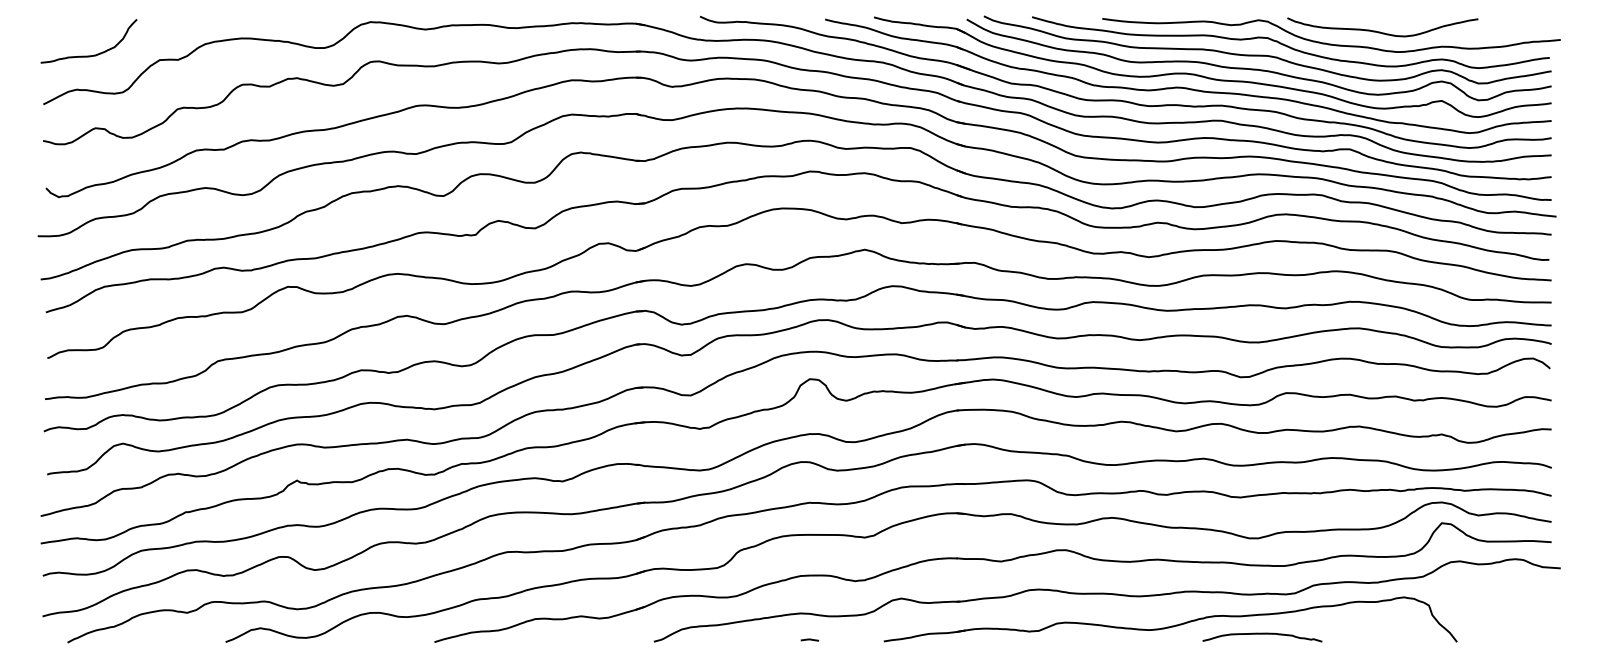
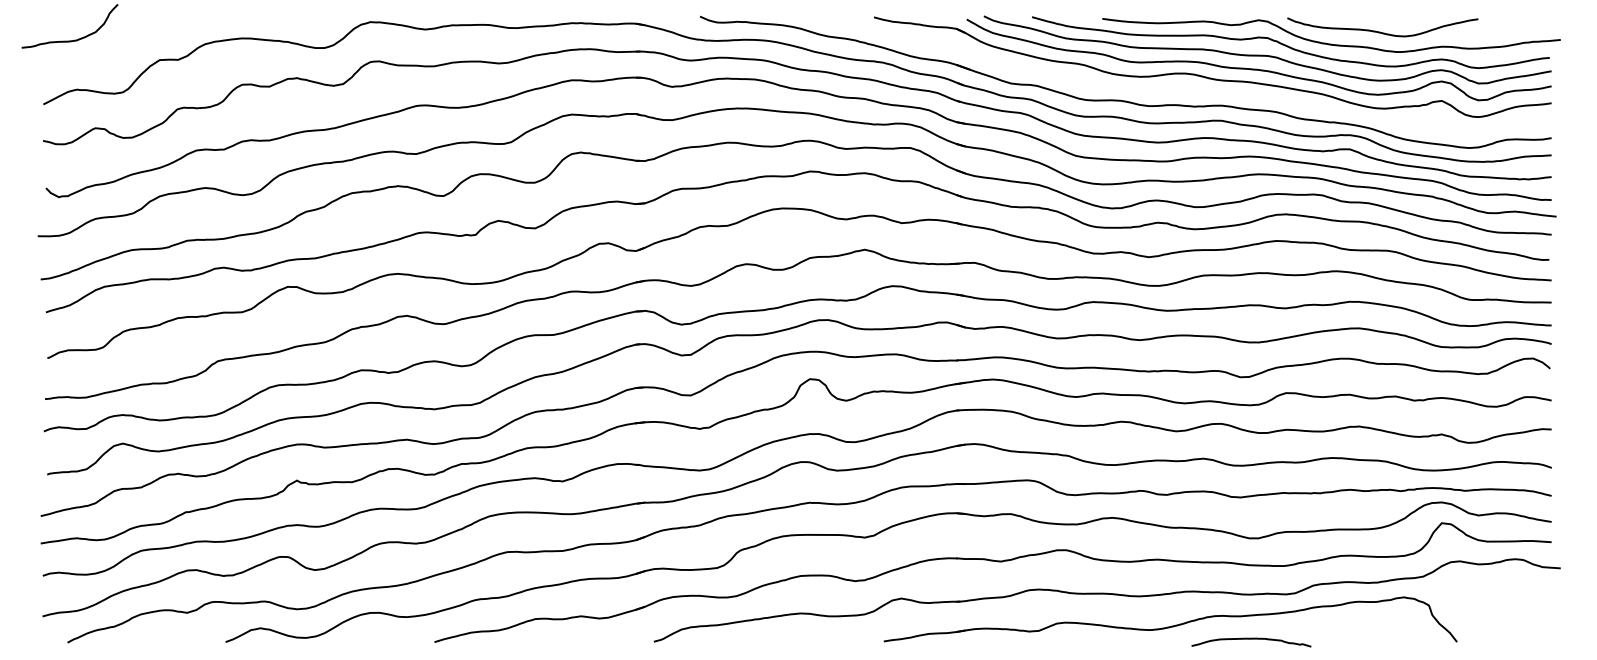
curve at (93, 54) position: (93, 54) -> (74, 39)
part at (1188, 87): present -> none
curve at (1262, 634) position: (1262, 634) -> (1251, 639)
line at (809, 639): present -> none
